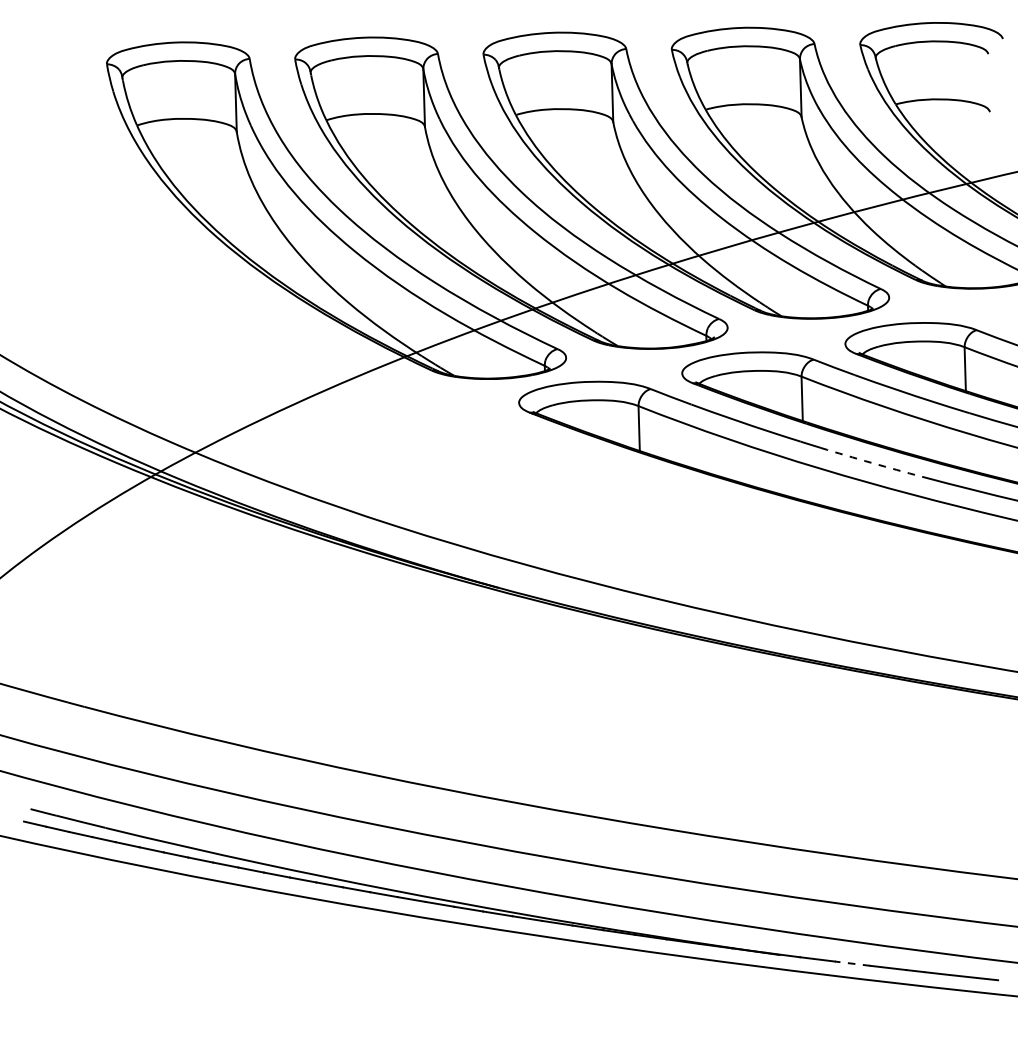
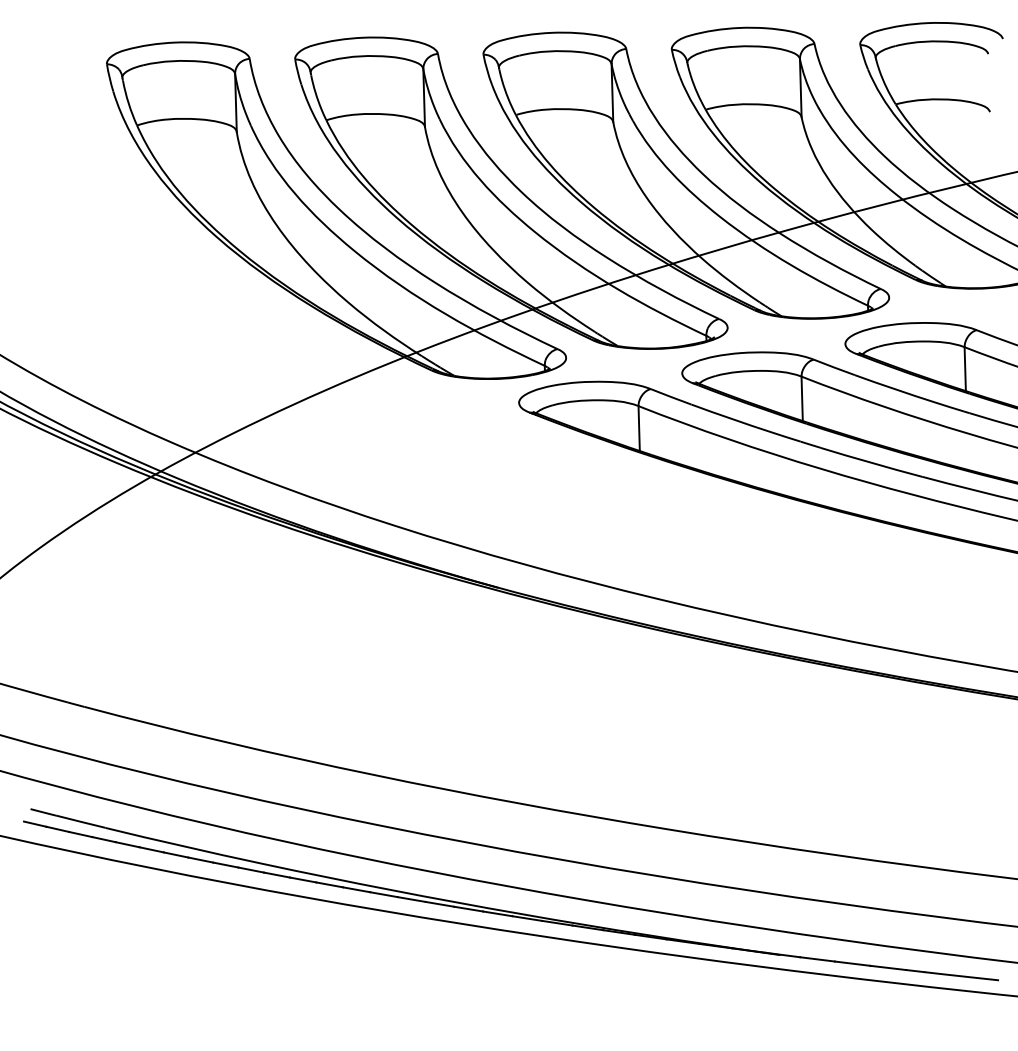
arc at (871, 462): dashed -> solid
line at (852, 963): dashed -> solid
